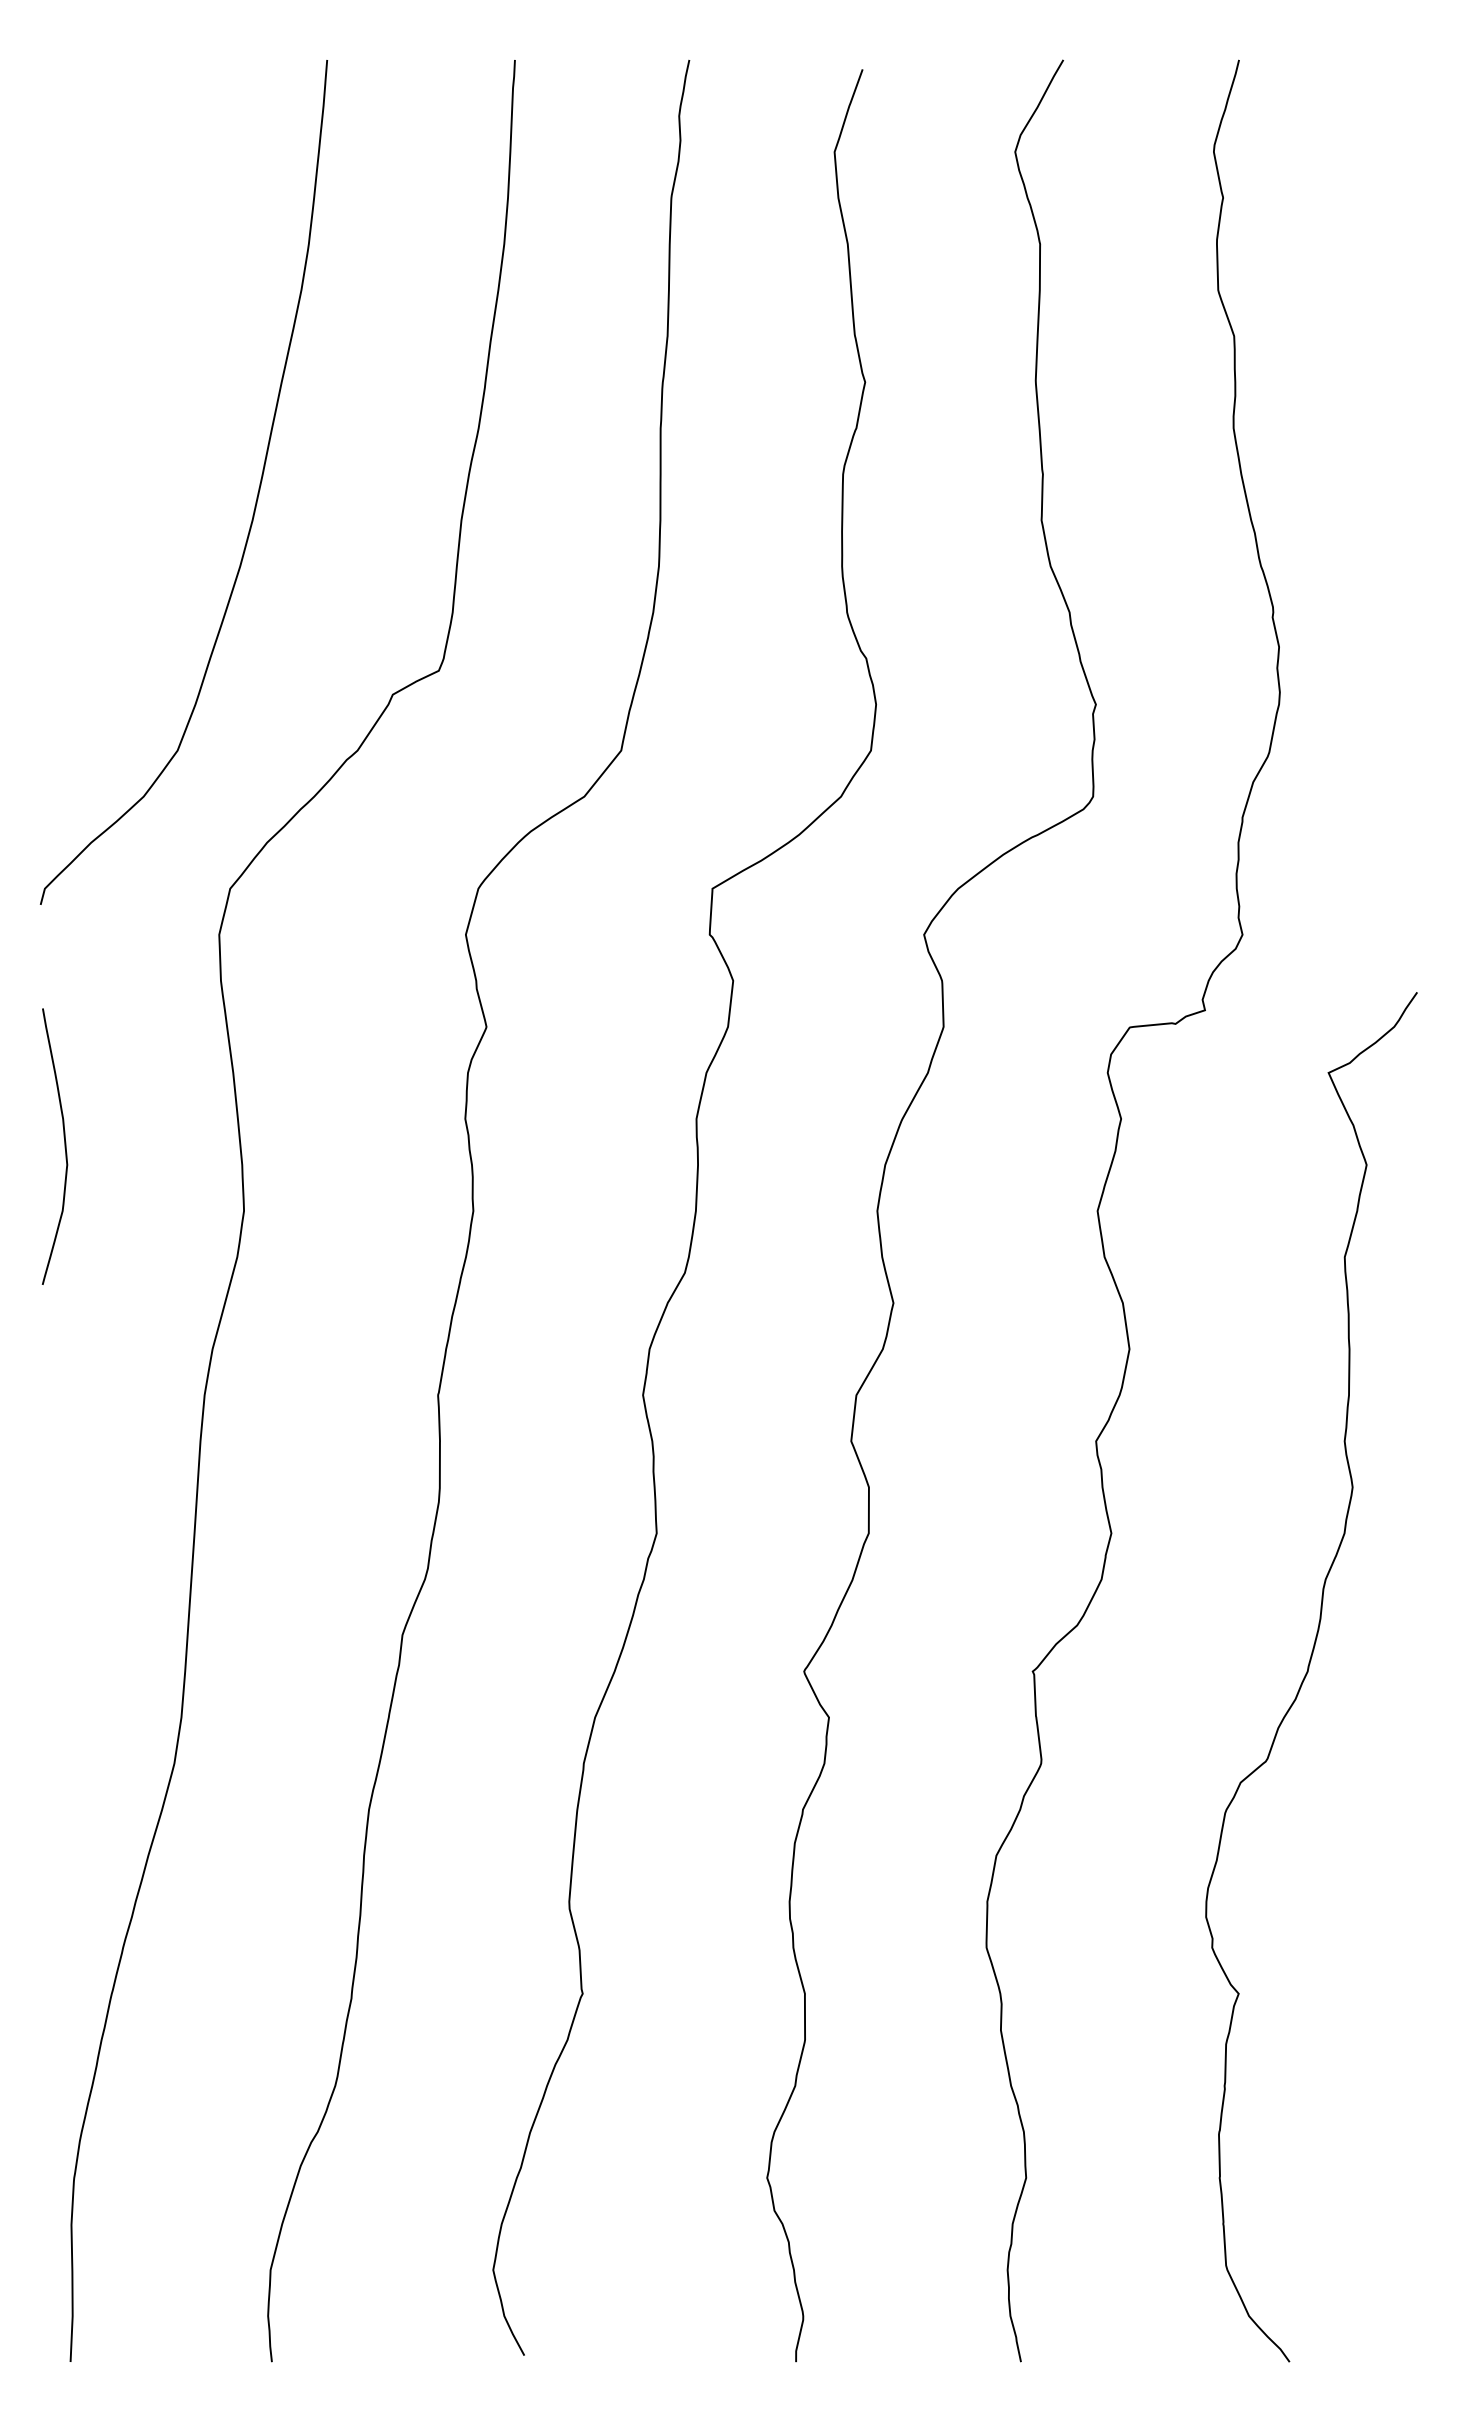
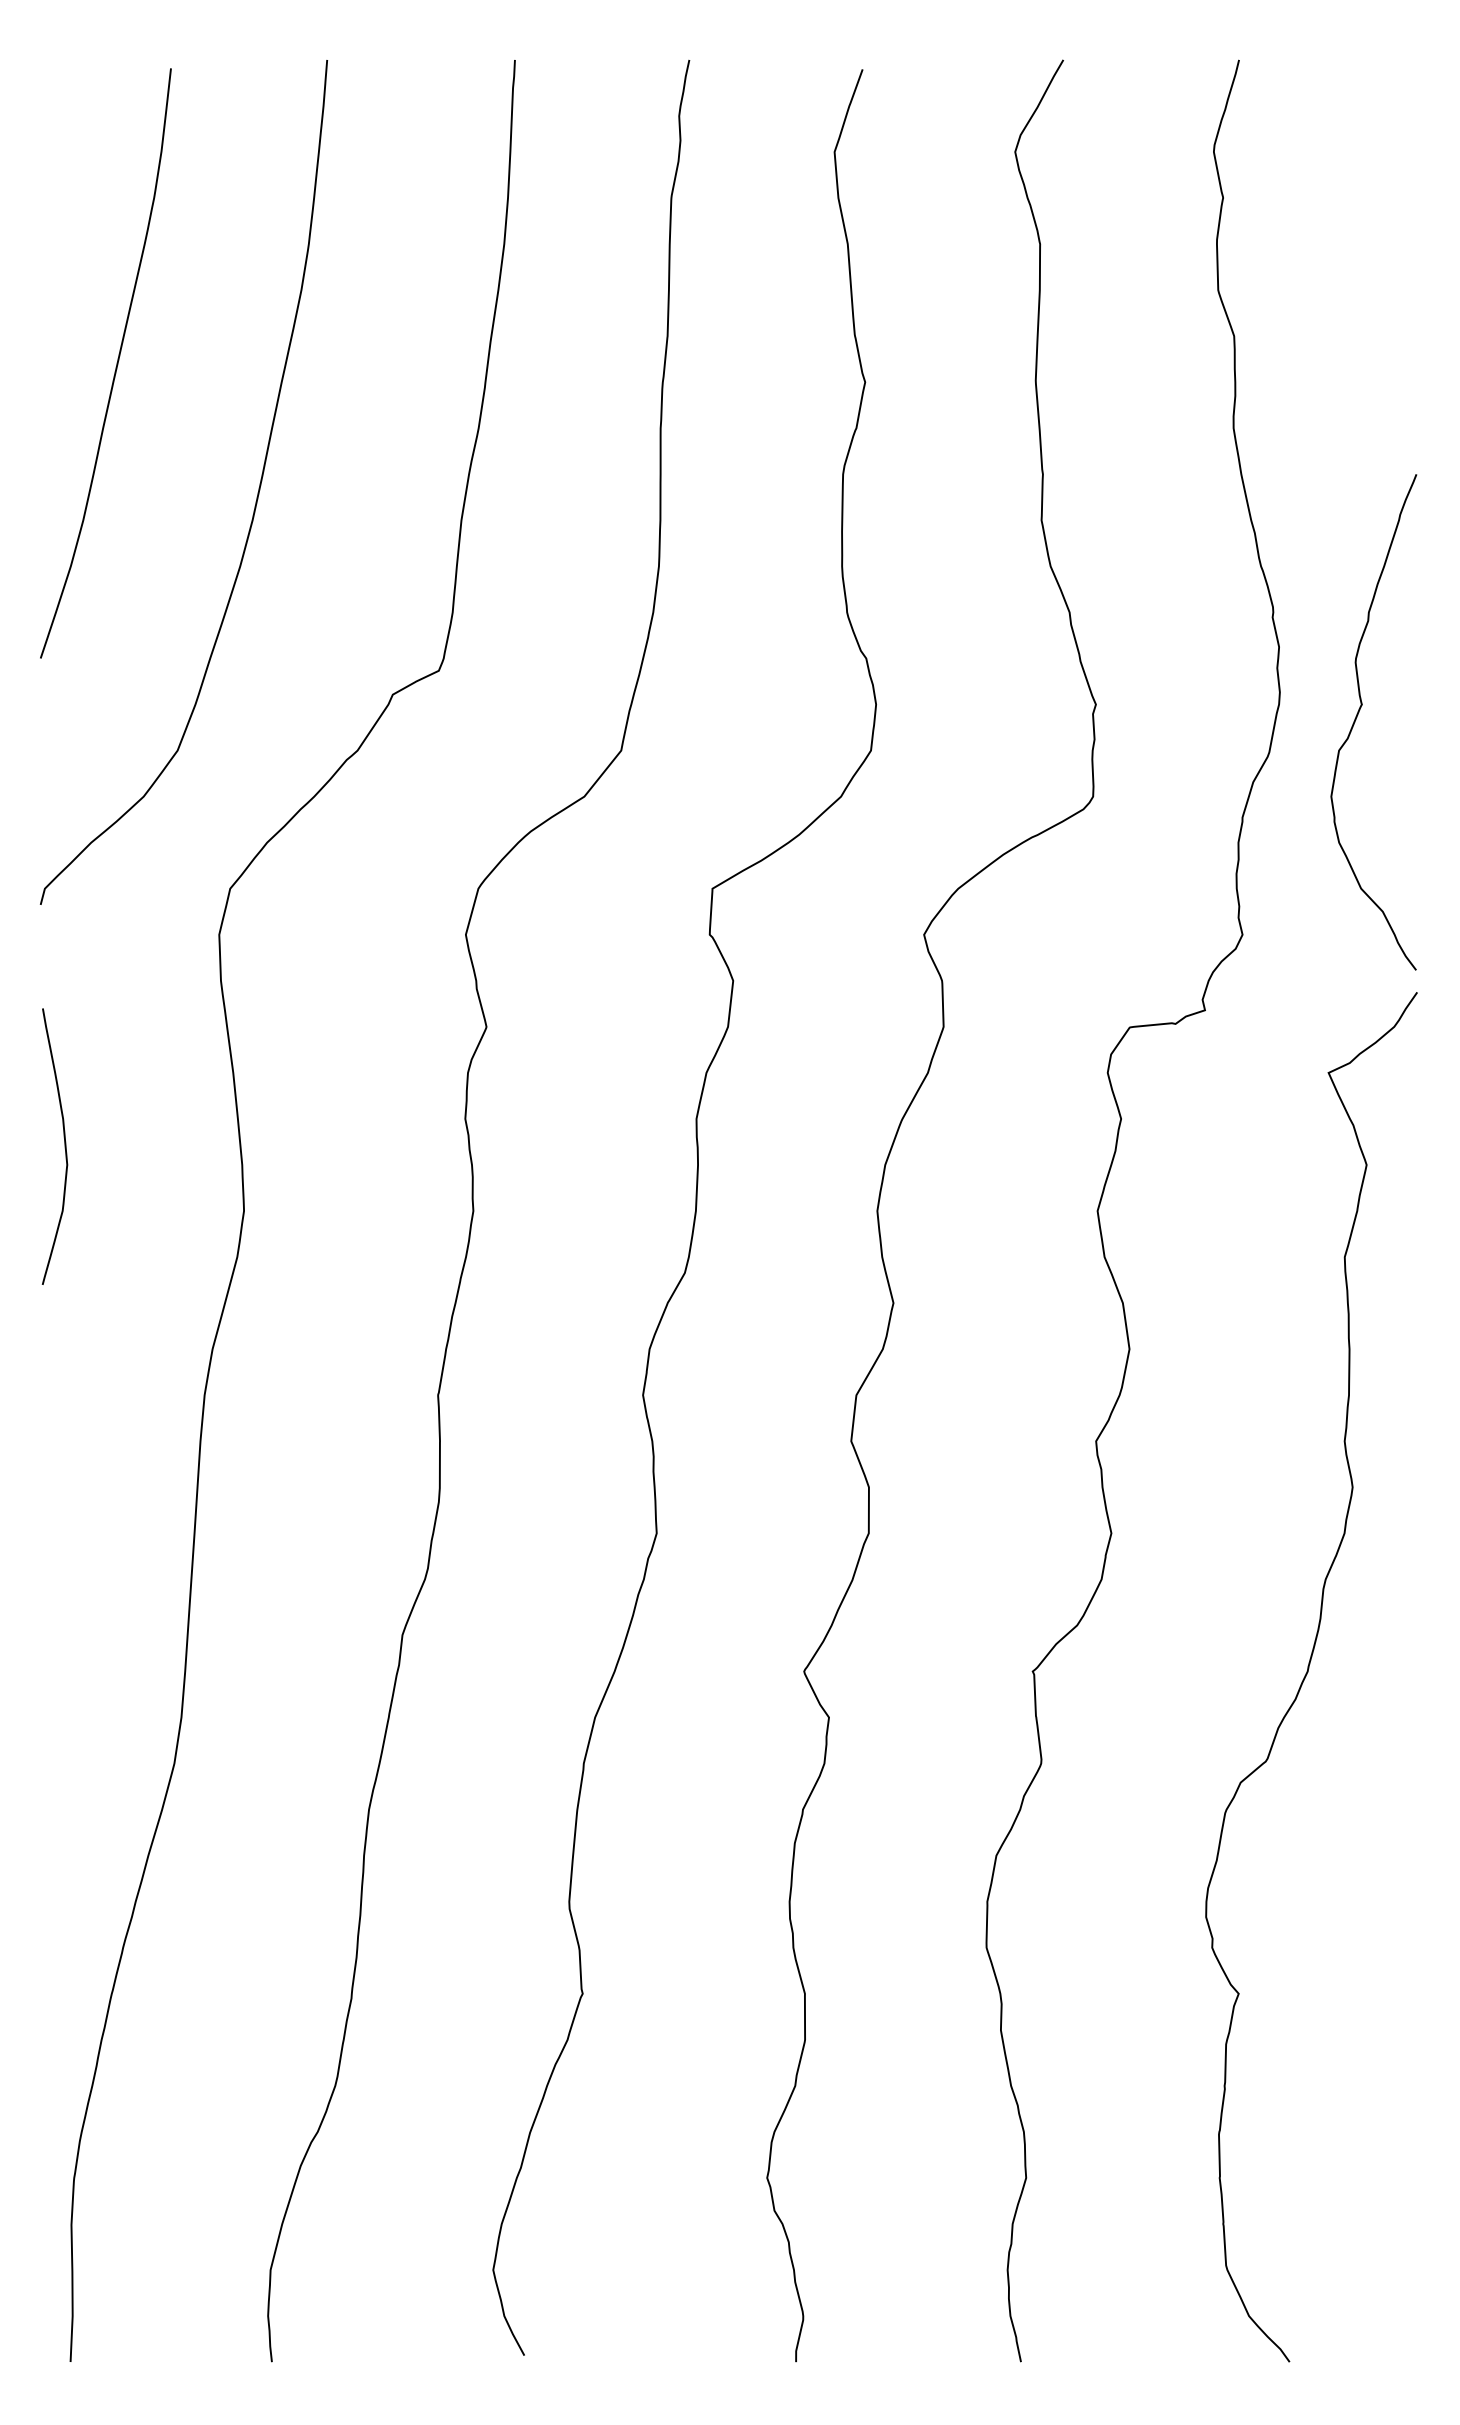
curve at (115, 367): none -> present
curve at (1358, 715): none -> present
